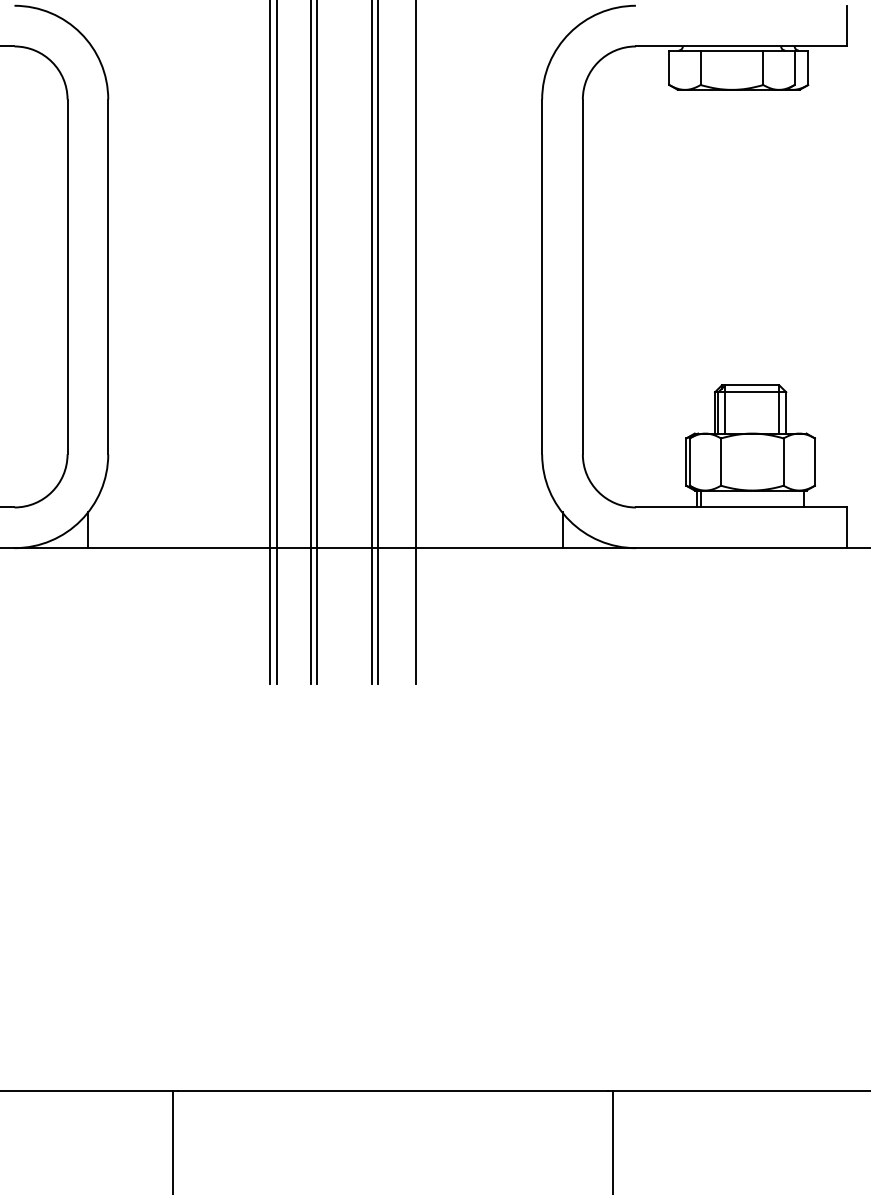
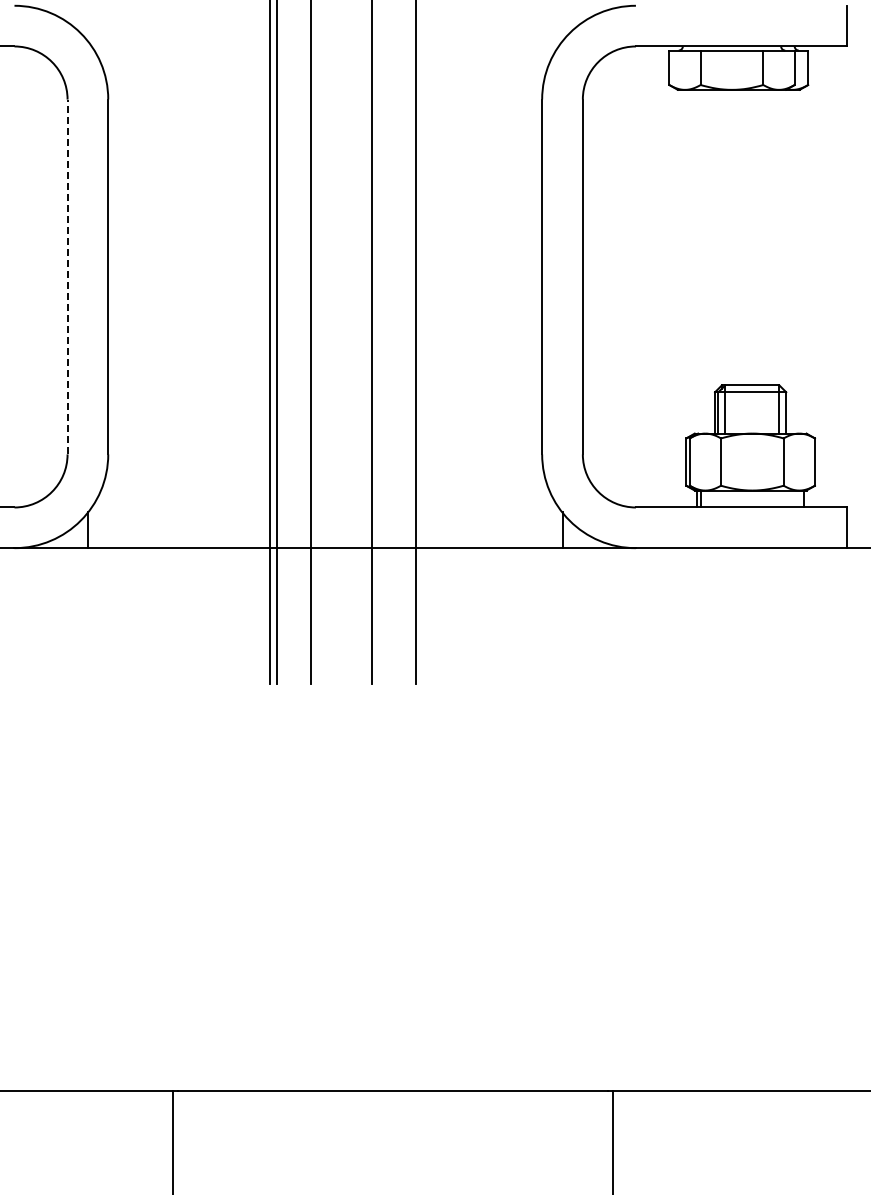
line at (67, 276): solid -> dashed
line at (317, 342): present -> none
line at (378, 342): present -> none
